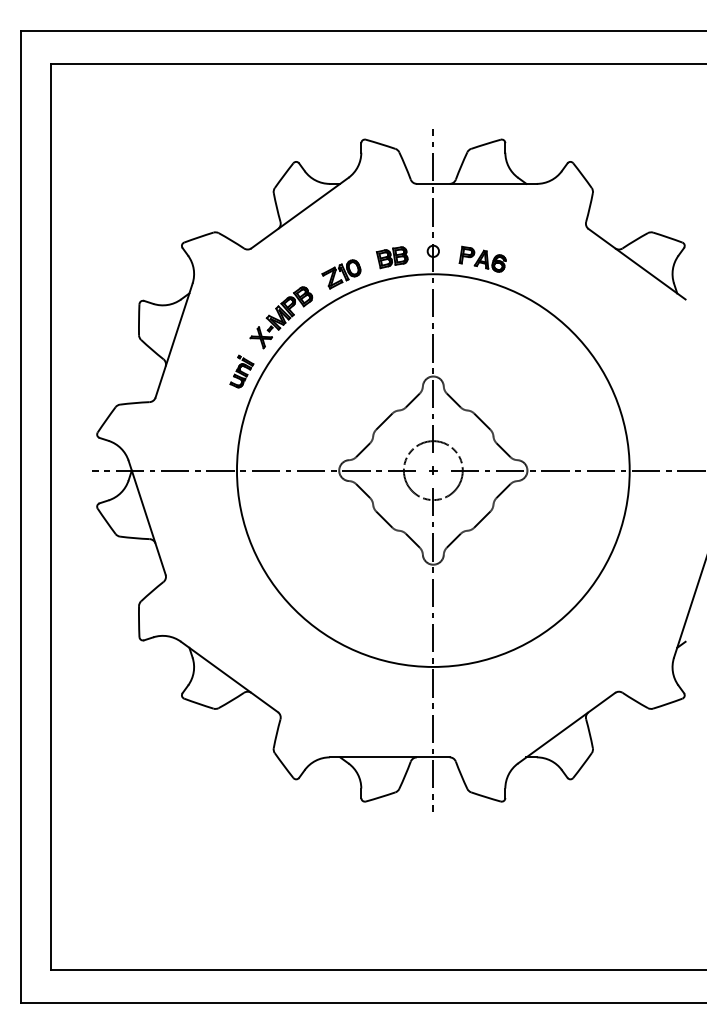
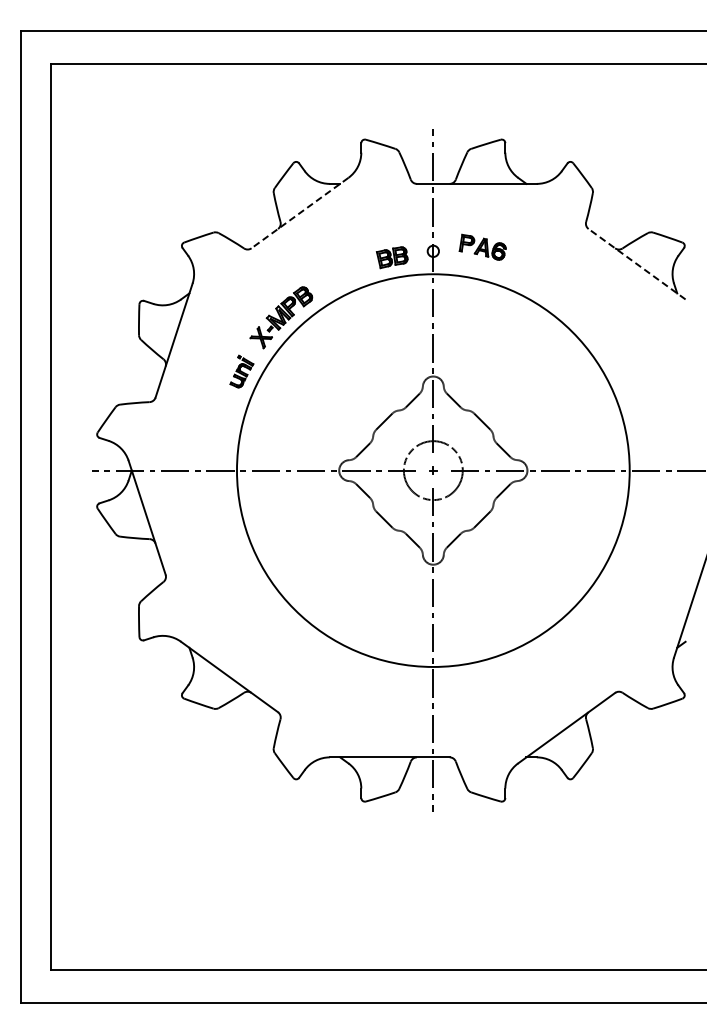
line at (300, 213): solid -> dashed
part at (482, 258) position: (482, 258) -> (482, 246)
line at (637, 264): solid -> dashed
part at (341, 274): present -> none
